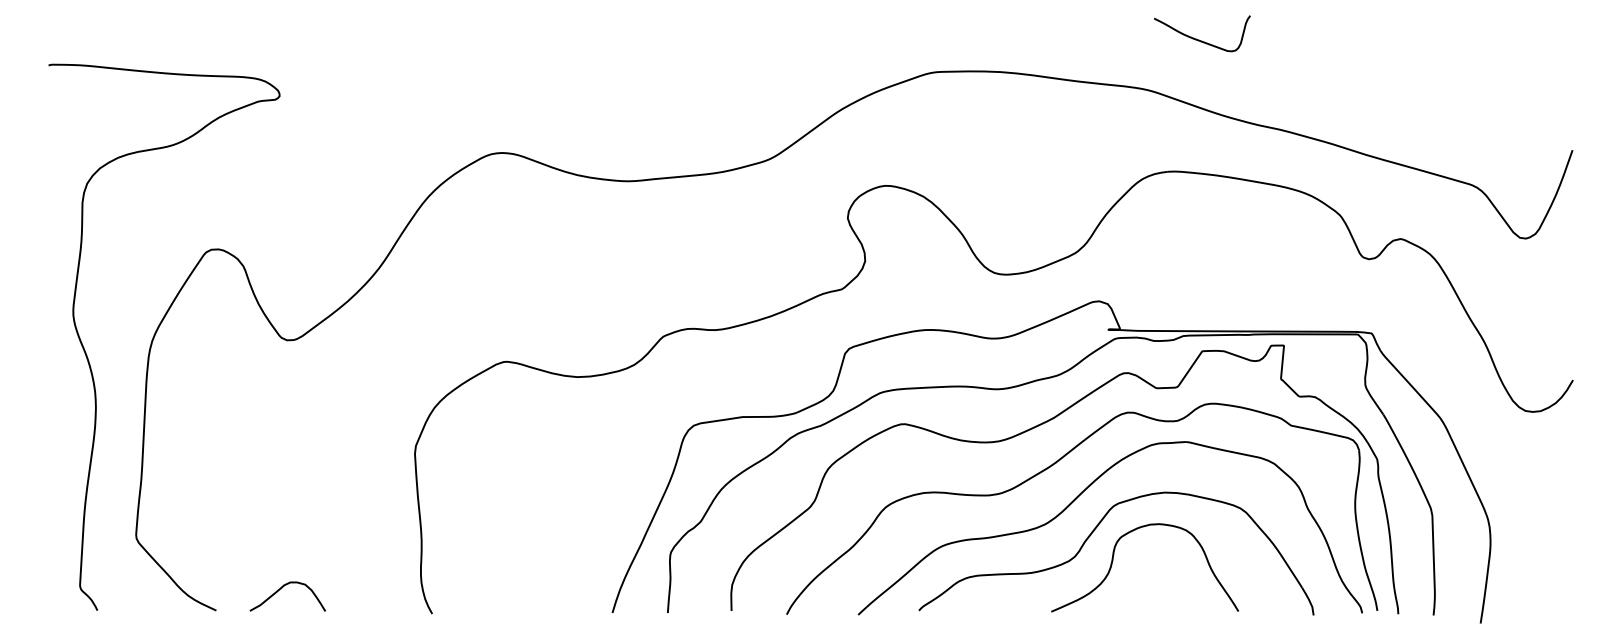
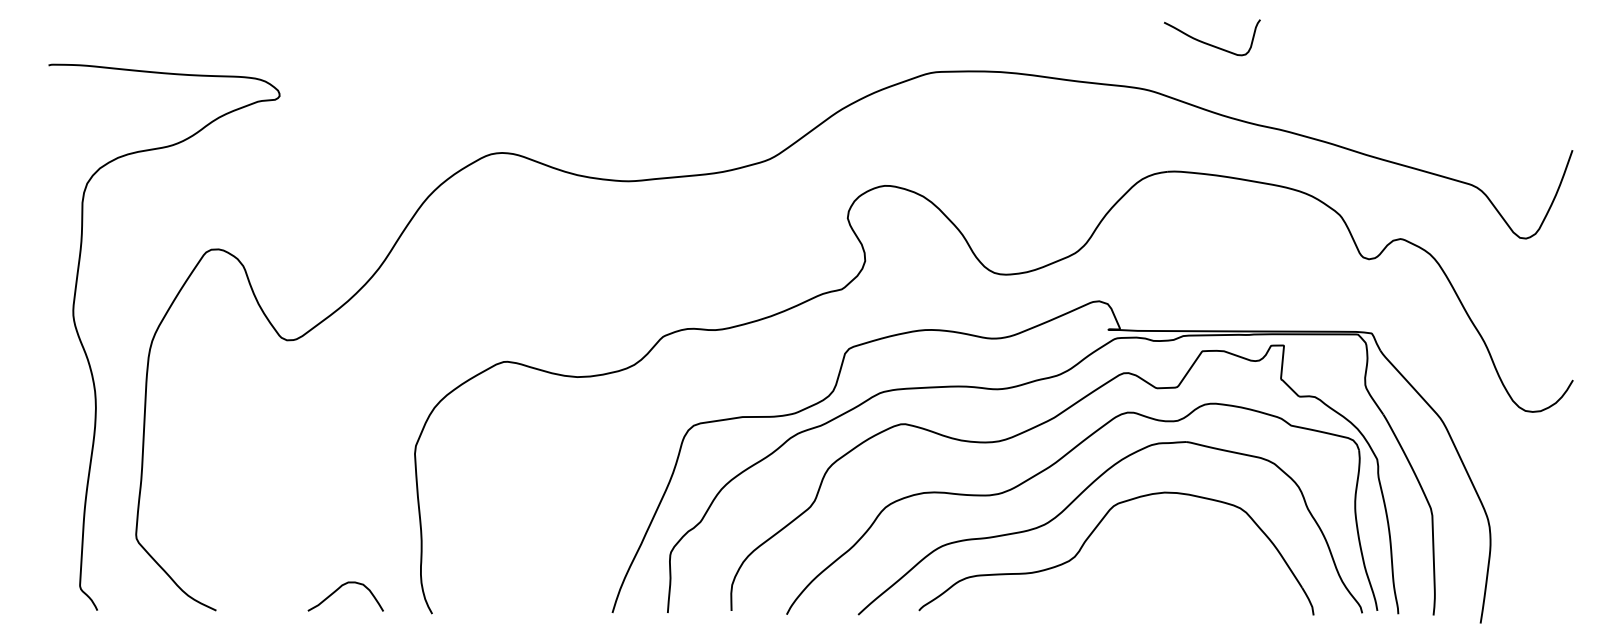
curve at (1199, 39) position: (1199, 39) -> (1209, 43)
curve at (1113, 561): present -> none
curve at (281, 589) position: (281, 589) -> (339, 589)
